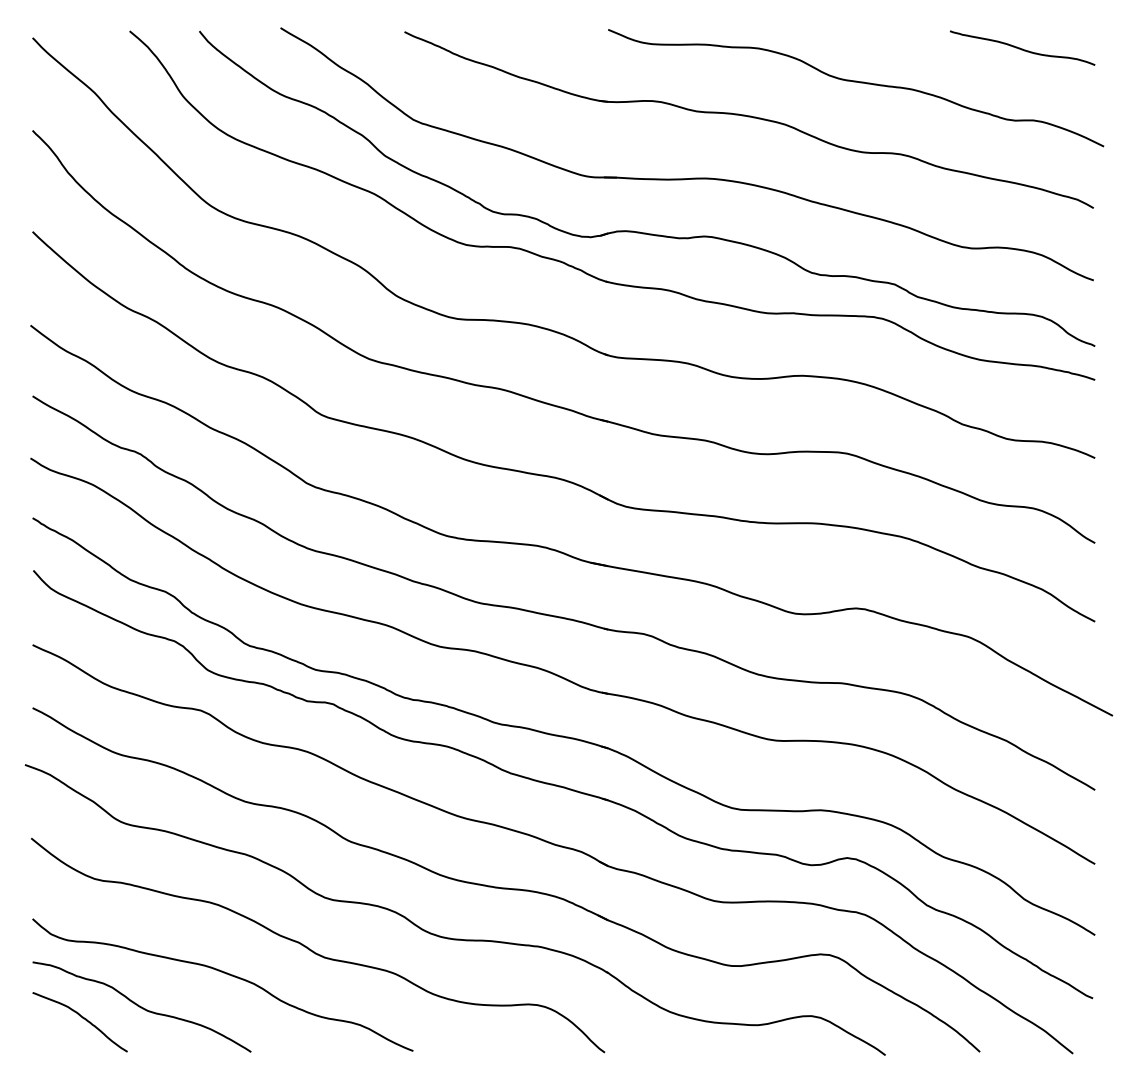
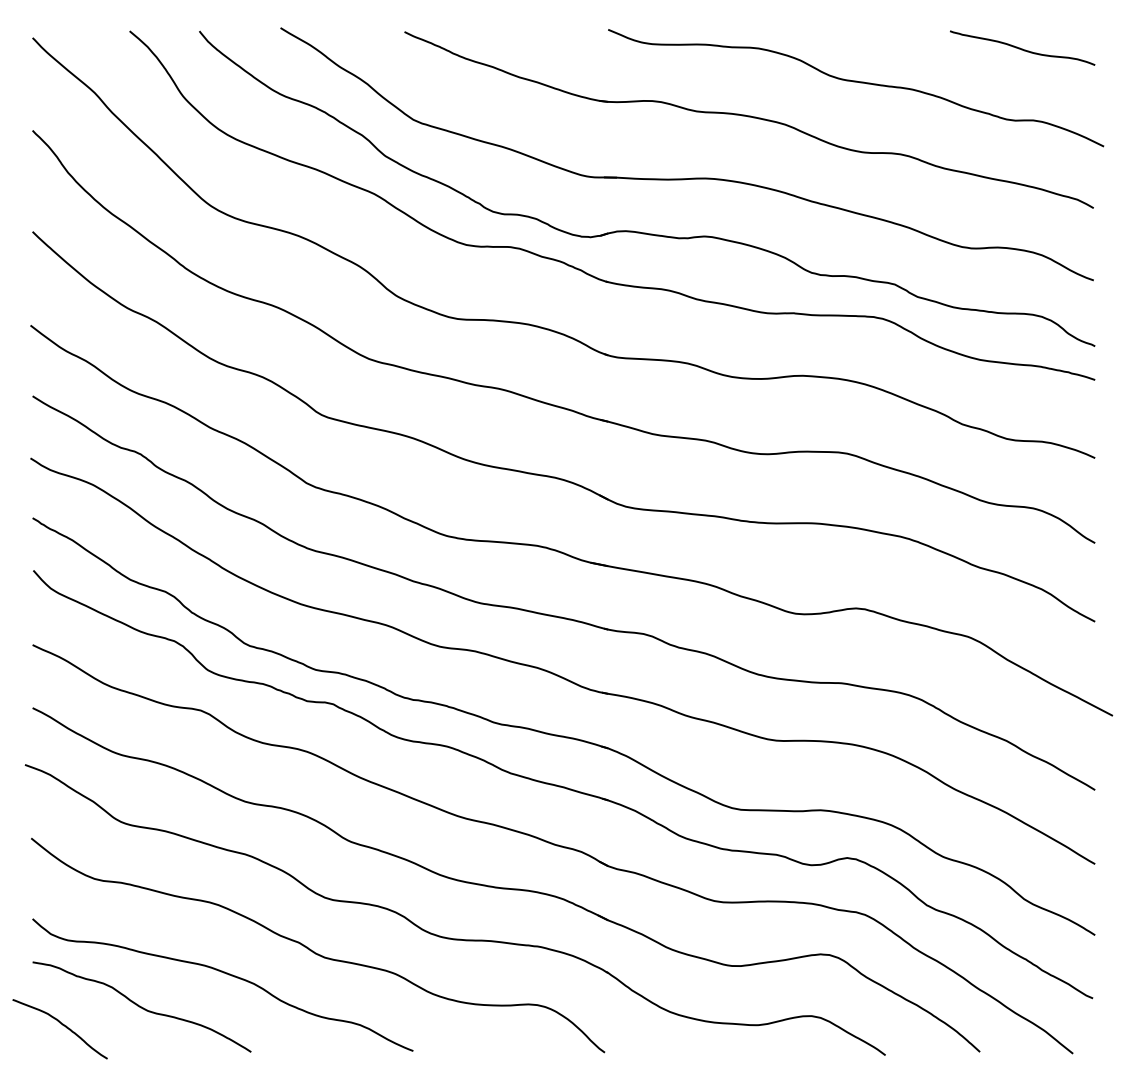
curve at (82, 1018) position: (82, 1018) -> (62, 1025)
